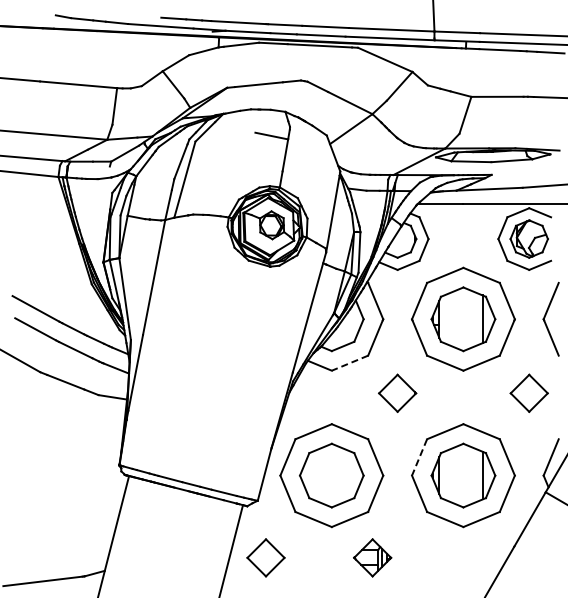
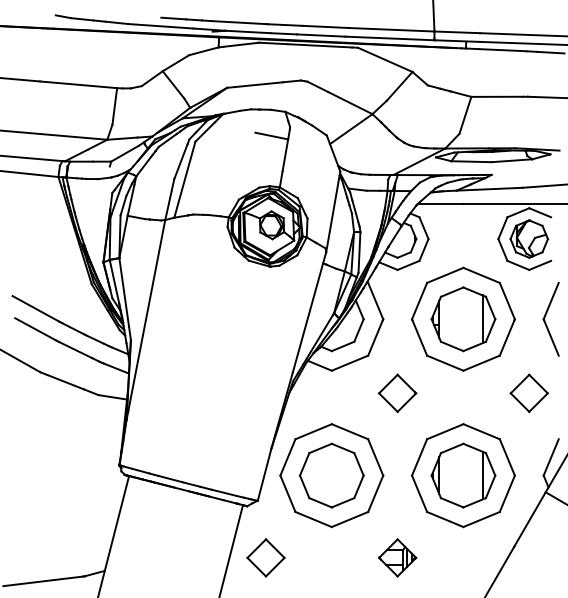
line at (350, 363): dashed -> solid
line at (419, 457): dashed -> solid
part at (372, 557) position: (372, 557) -> (397, 557)
